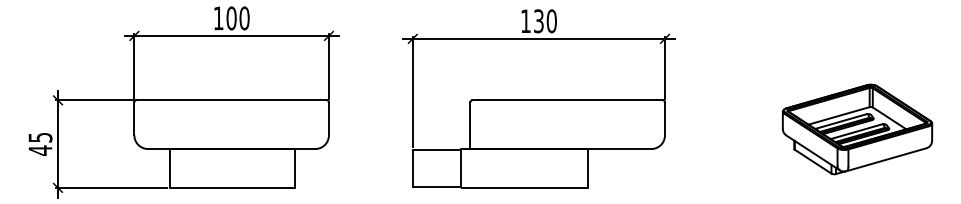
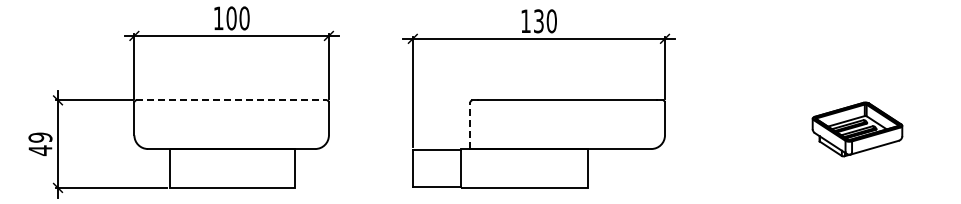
line at (232, 100): solid -> dashed
line at (470, 125): solid -> dashed
part at (857, 129) size: 153x93 px -> 93x57 px
text at (40, 137): 45 -> 49
